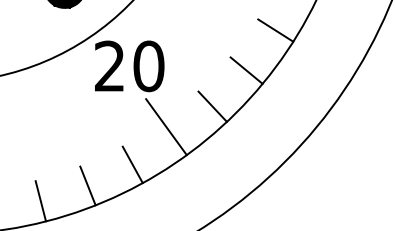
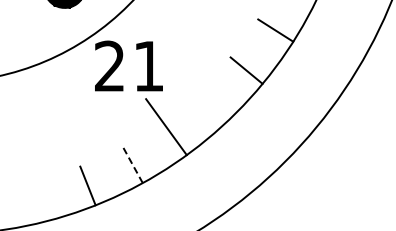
text at (148, 66): 20 -> 21
line at (212, 106): present -> none
line at (132, 164): solid -> dashed
line at (40, 201): present -> none
